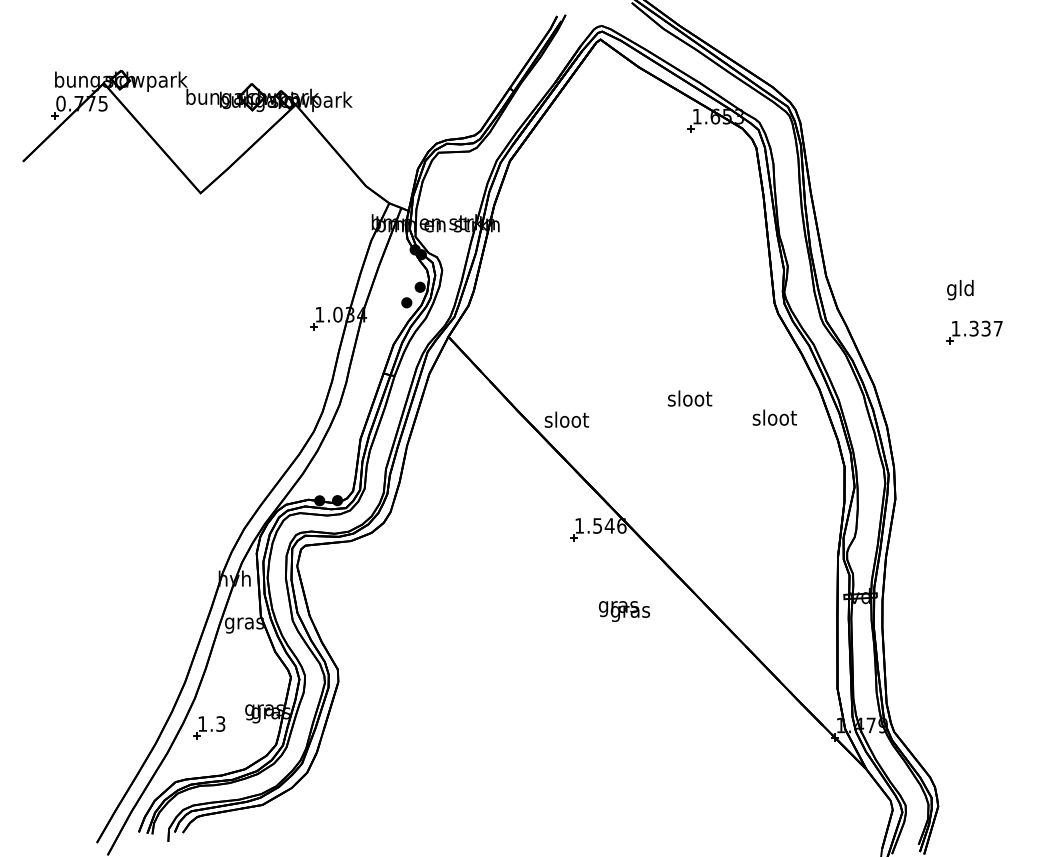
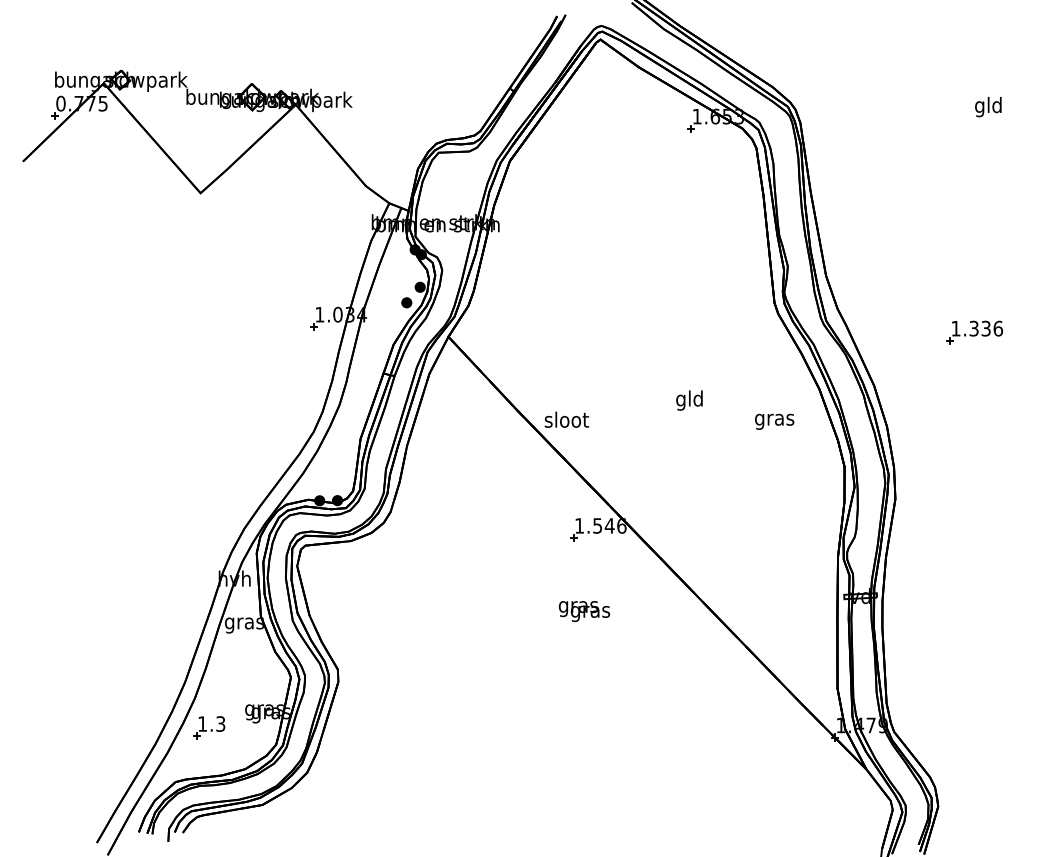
text at (960, 290) position: (960, 290) -> (988, 107)
text at (998, 328): 1.337 -> 1.336
text at (690, 400): sloot -> gld
text at (774, 419): sloot -> gras
text at (624, 611) position: (624, 611) -> (584, 611)
